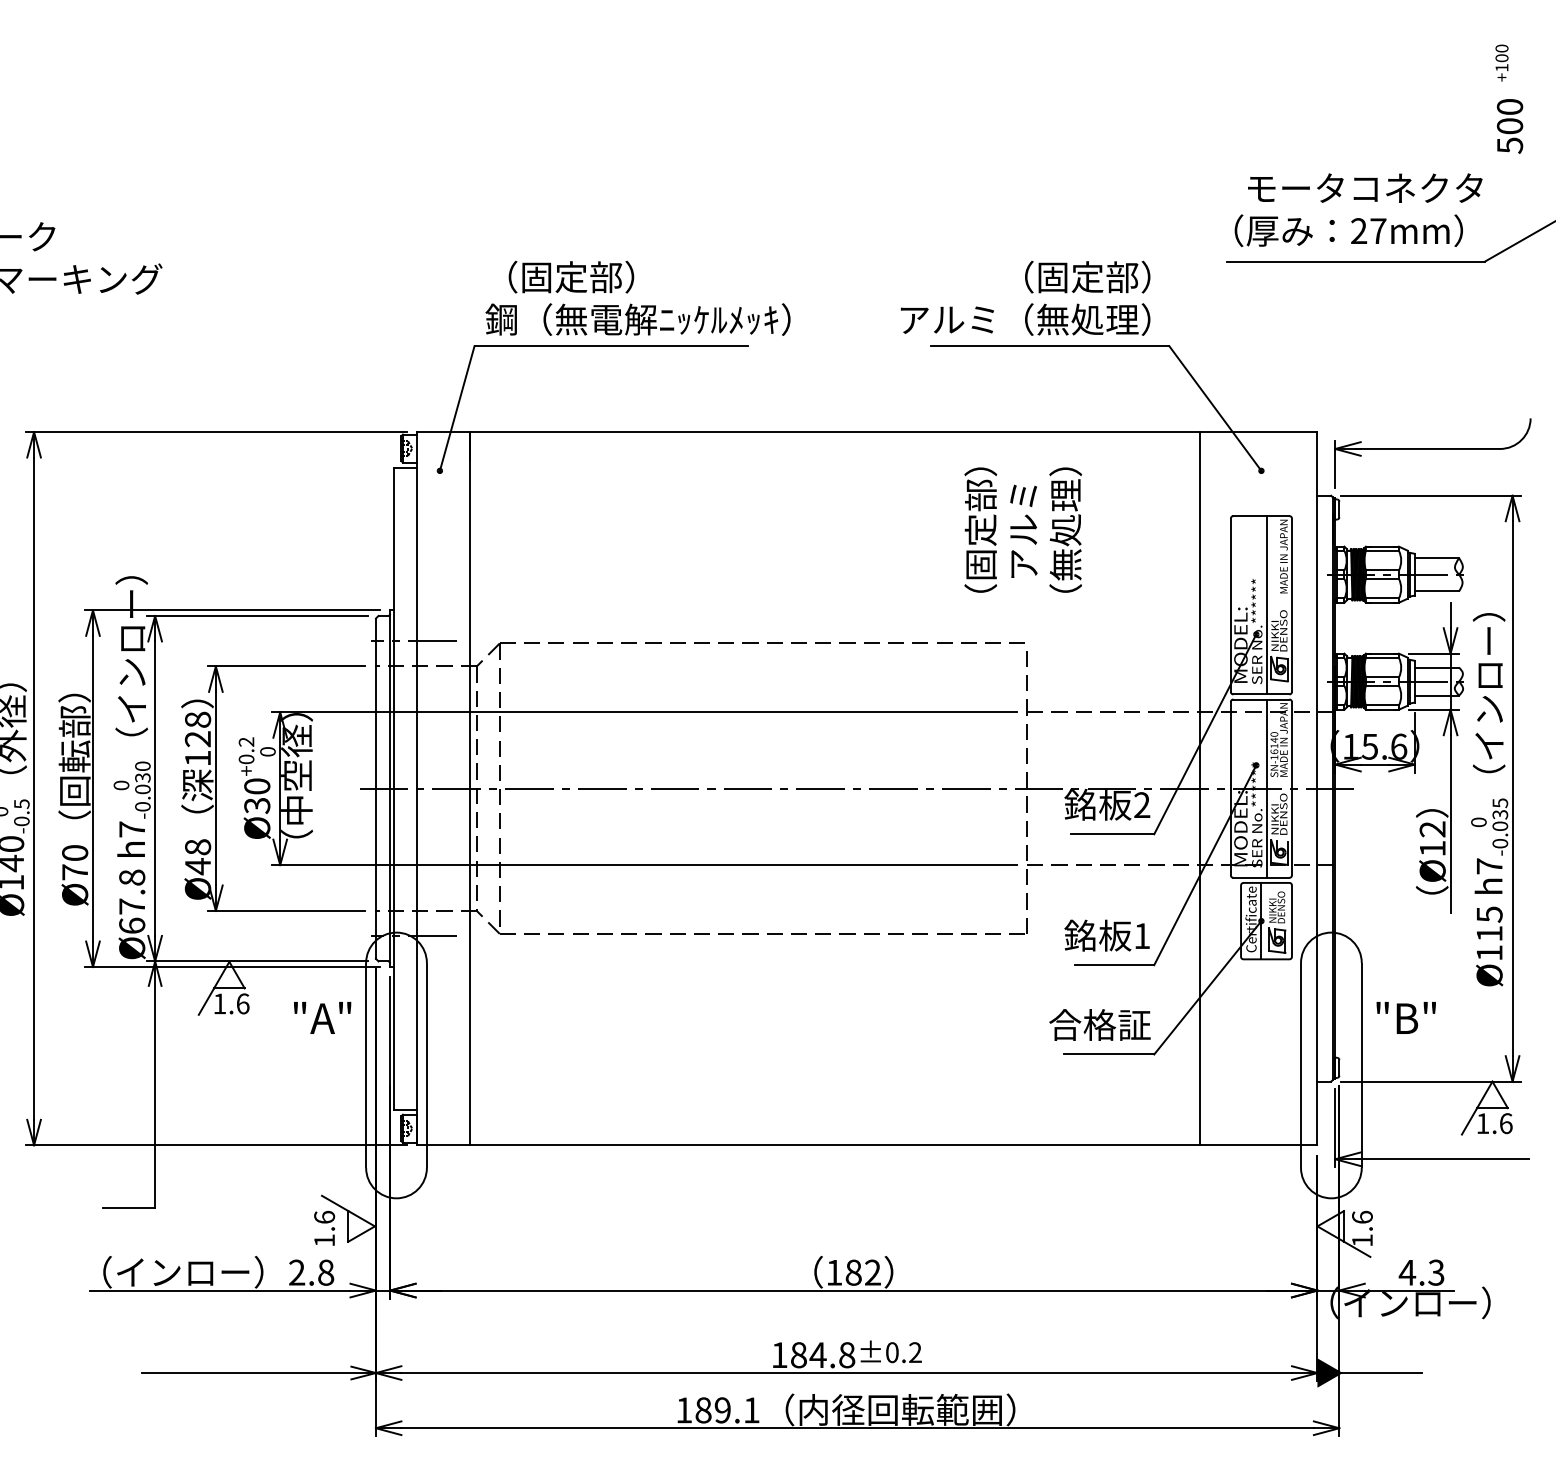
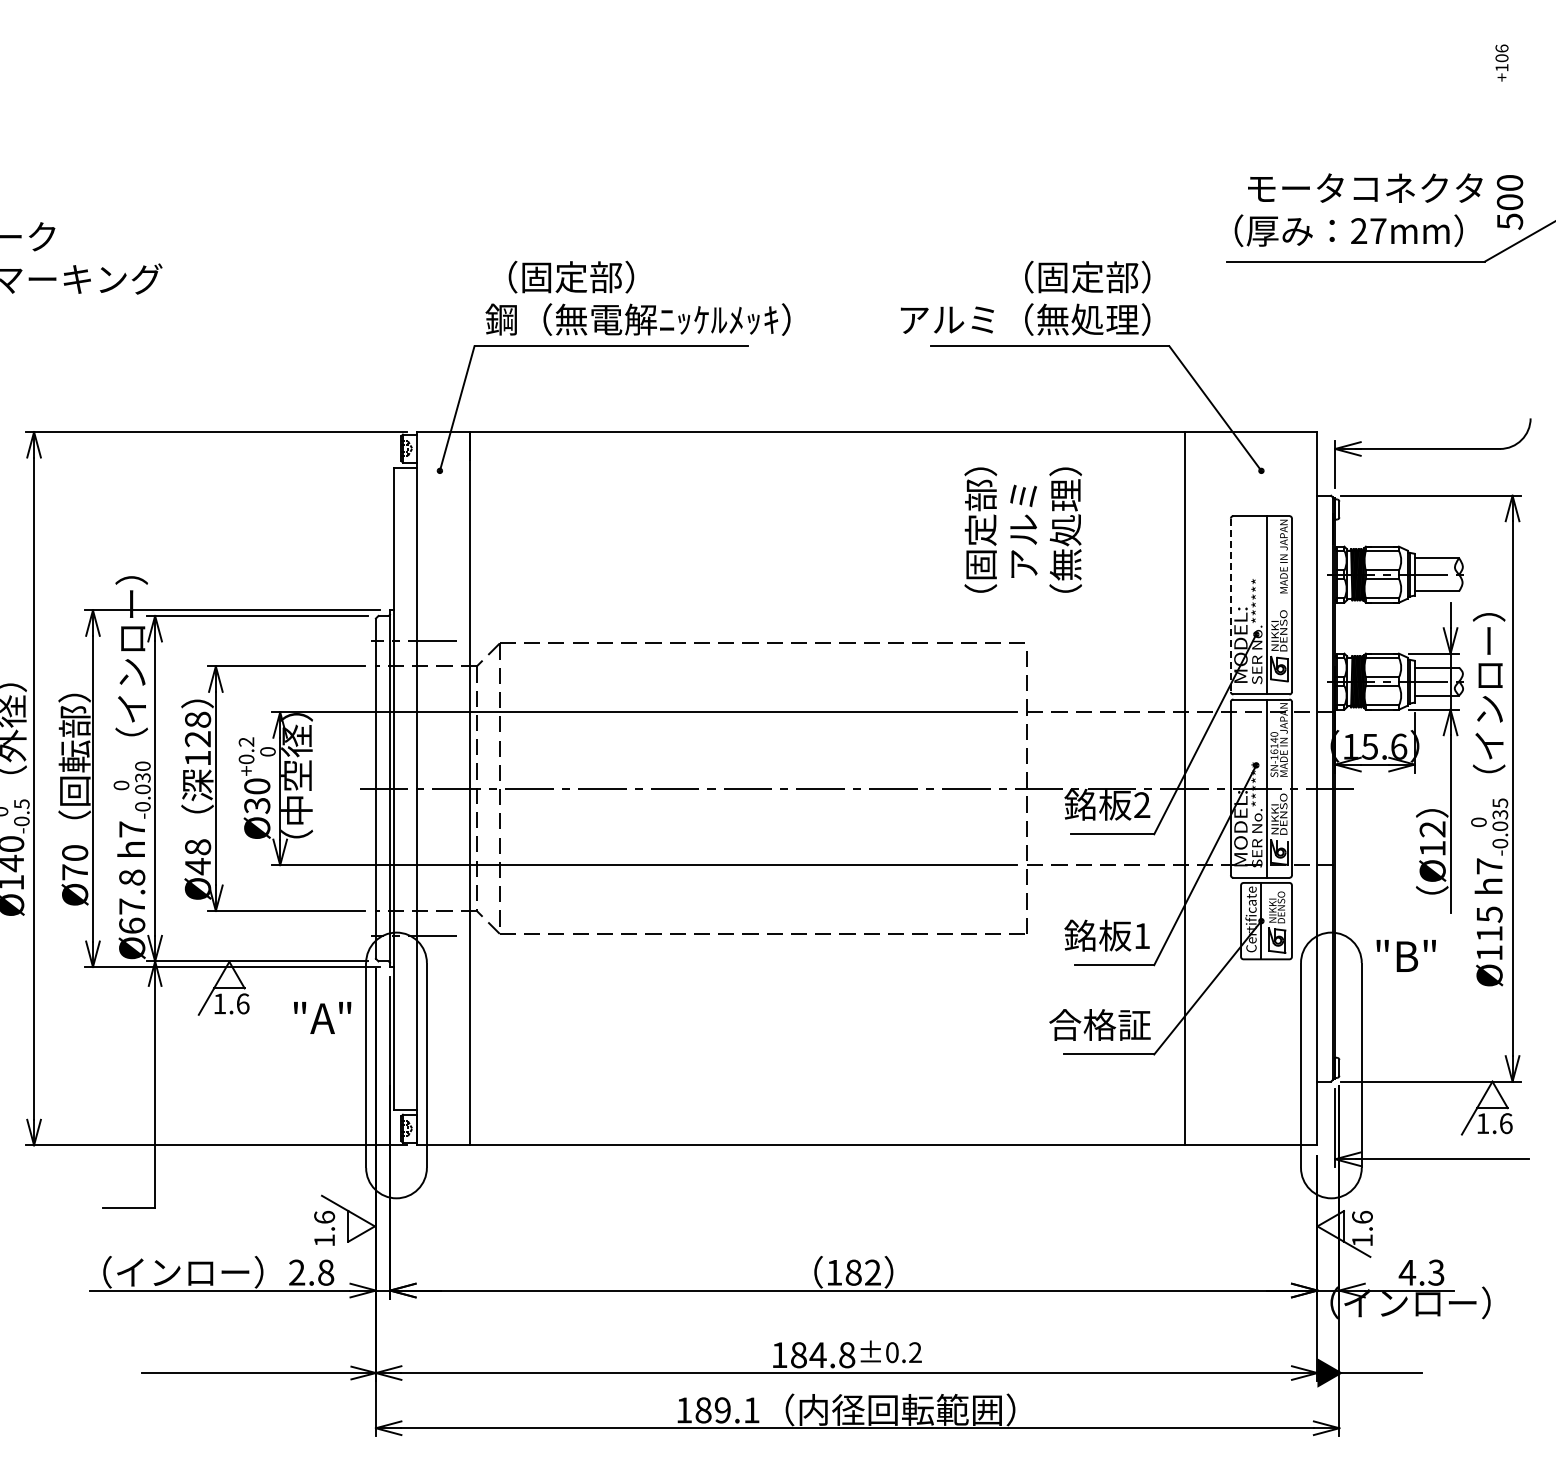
text at (1501, 48): +100 -> +106
text at (1509, 126) position: (1509, 126) -> (1509, 202)
line at (1230, 605): solid -> dashed
line at (1200, 788) position: (1200, 788) -> (1185, 788)
text at (1405, 1017) position: (1405, 1017) -> (1405, 955)
